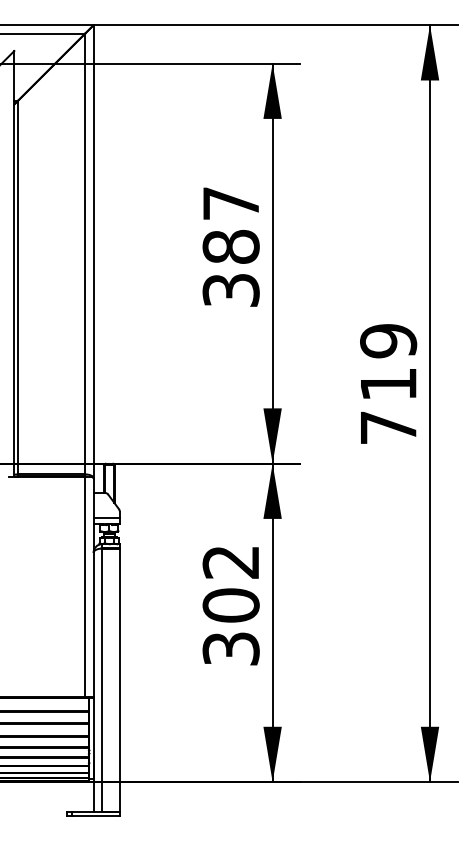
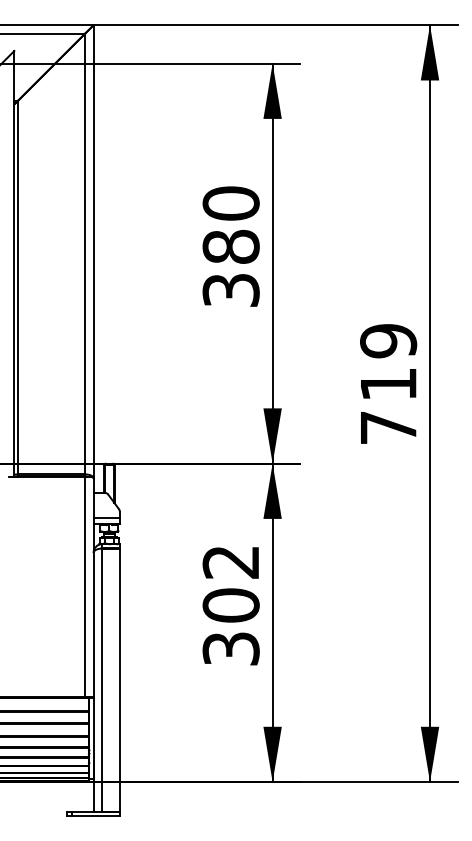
text at (230, 203): 387 -> 380
